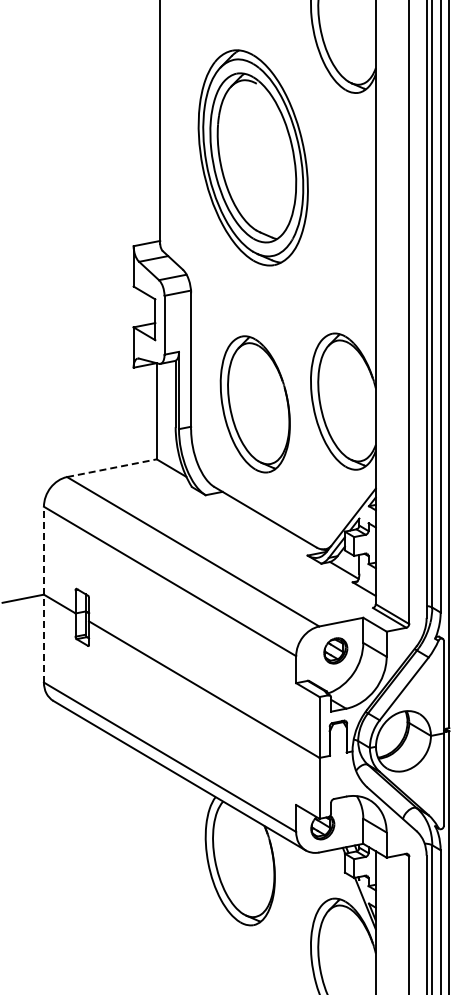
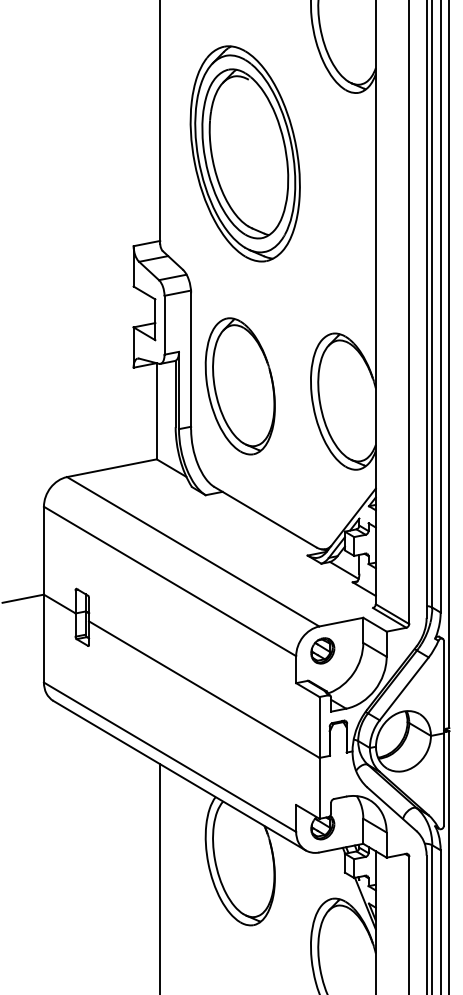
part at (252, 157) position: (252, 157) -> (244, 153)
part at (254, 404) position: (254, 404) -> (239, 386)
line at (111, 468): dashed -> solid
line at (43, 594): dashed -> solid
part at (335, 650) position: (335, 650) -> (322, 650)
line at (160, 877): none -> present
